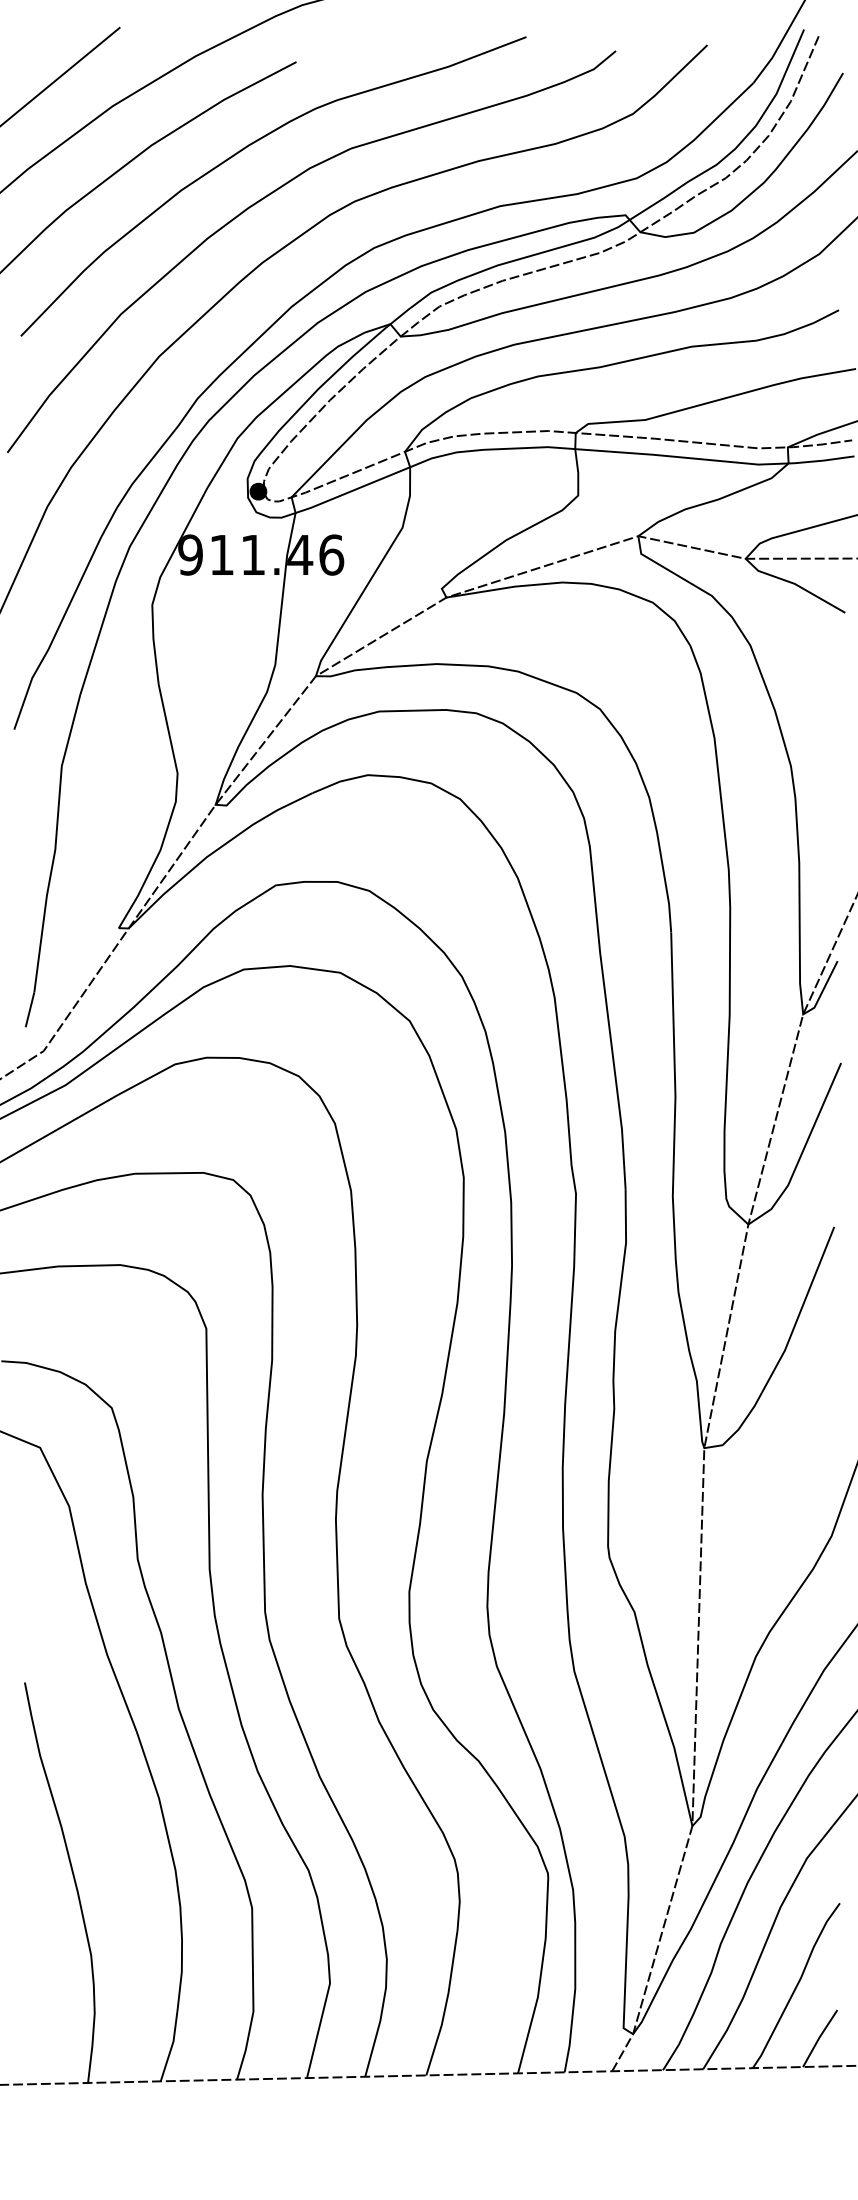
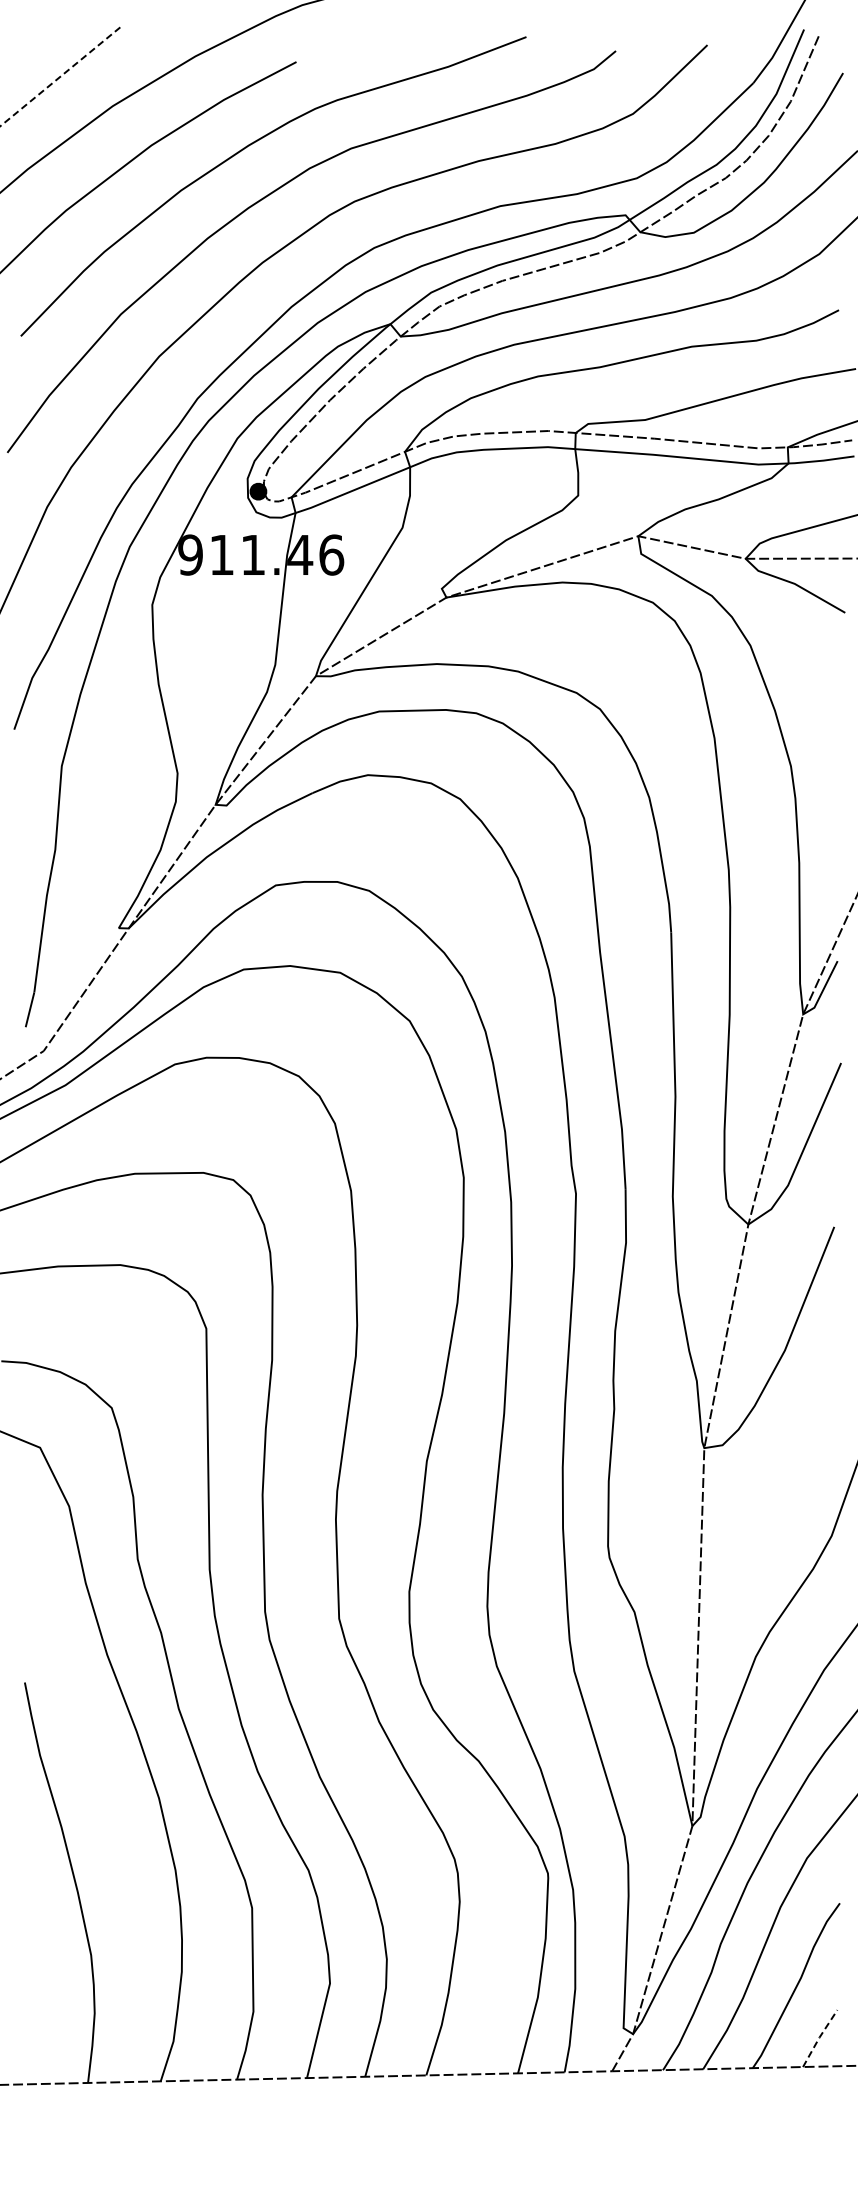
line at (60, 76): solid -> dashed
line at (819, 2037): solid -> dashed
